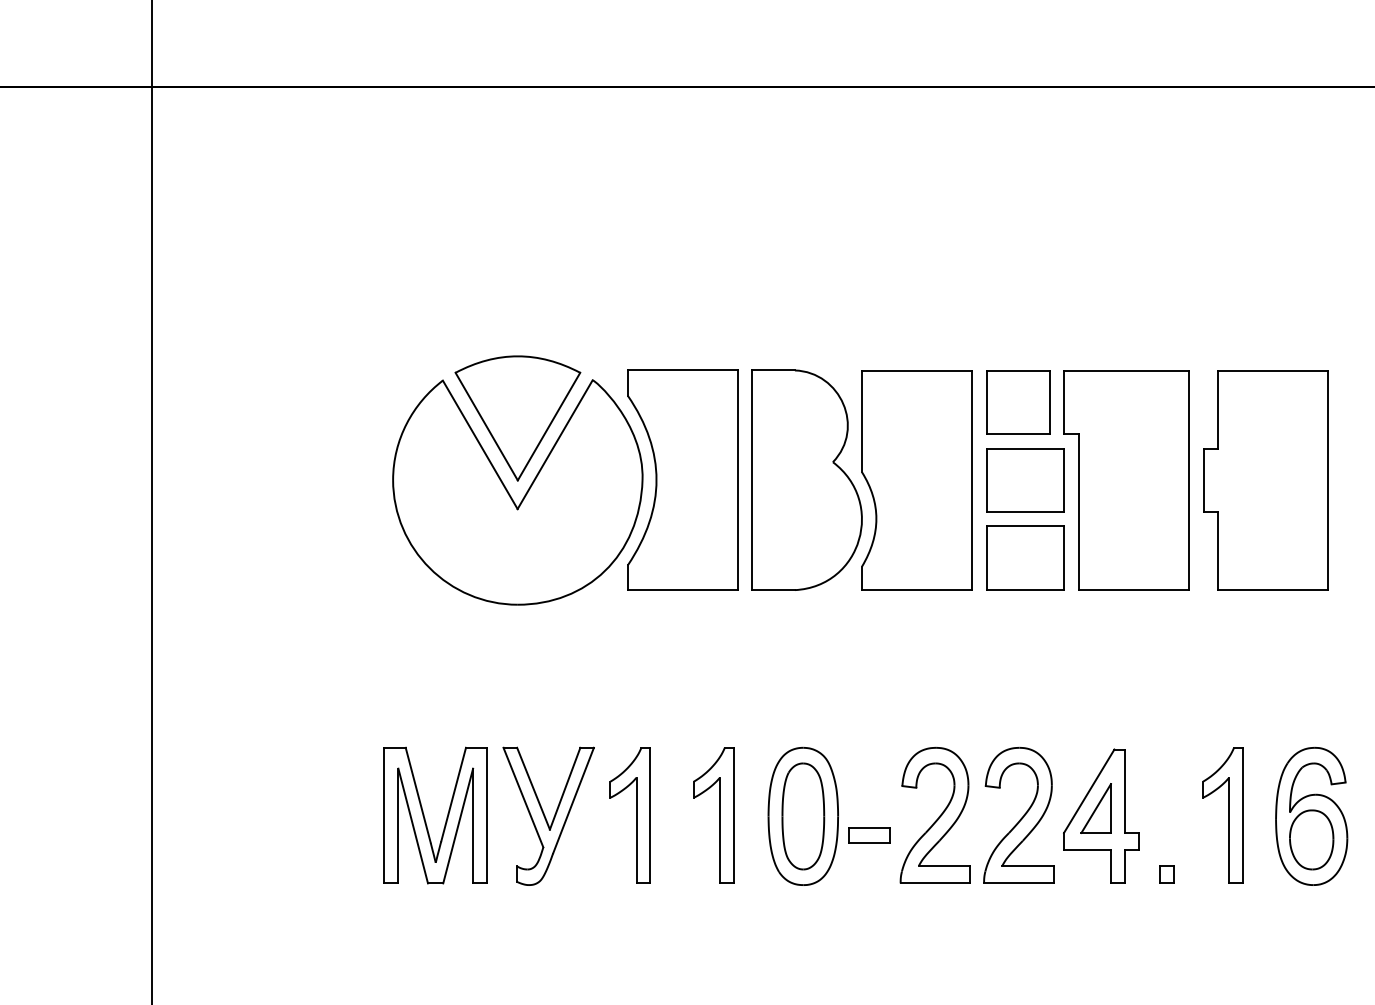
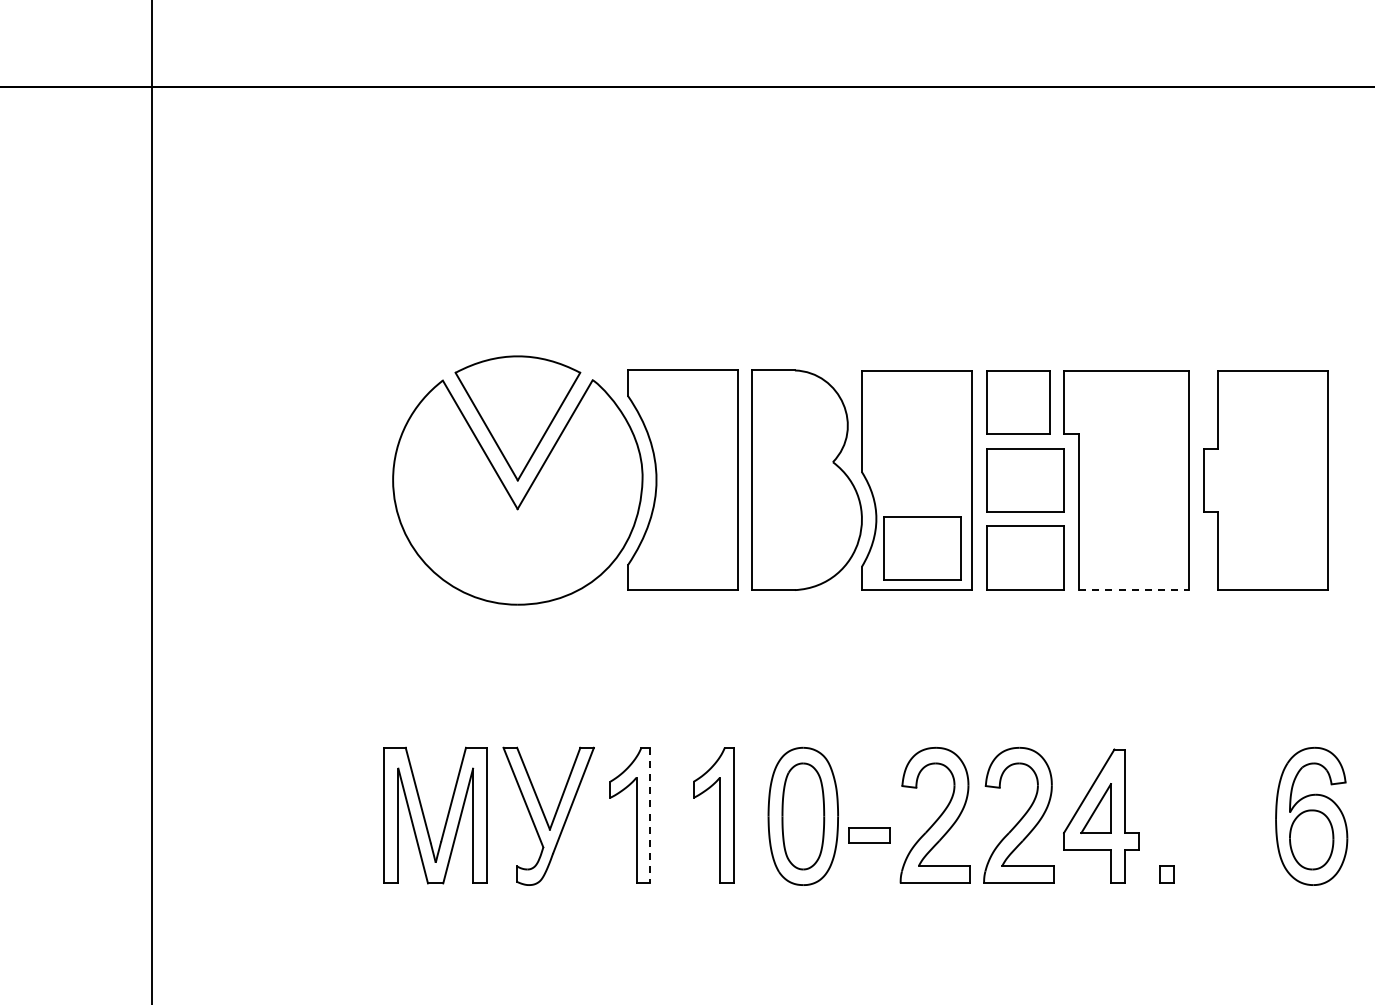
part at (922, 548): none -> present
line at (1133, 590): solid -> dashed
line at (650, 815): solid -> dashed
part at (1222, 815): present -> none
